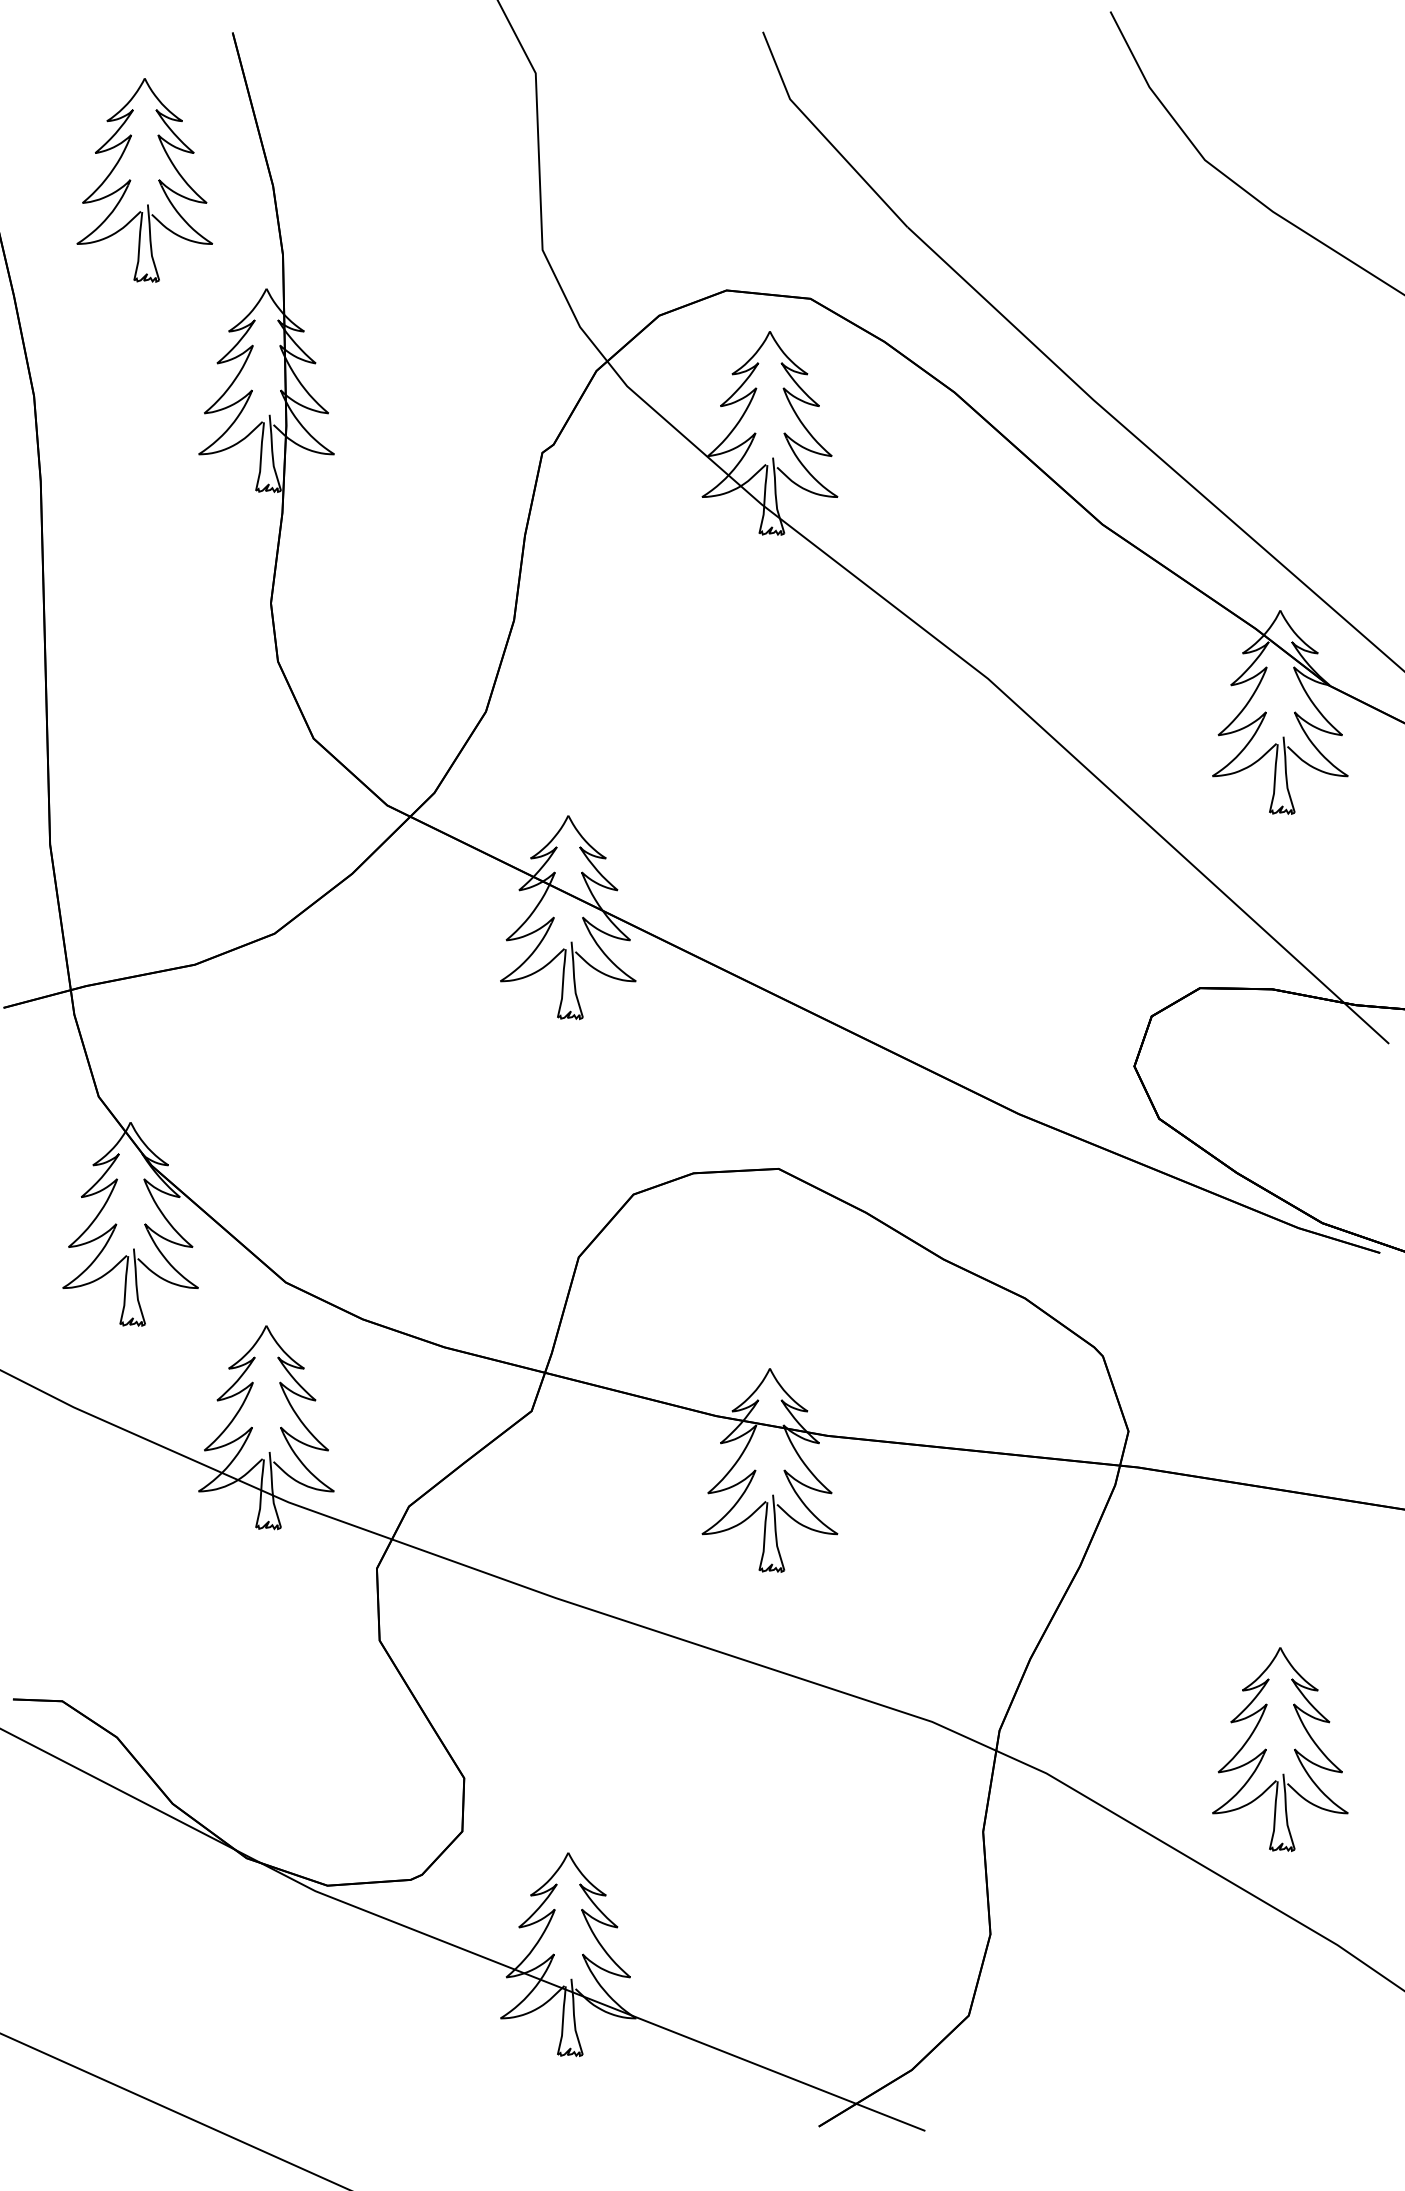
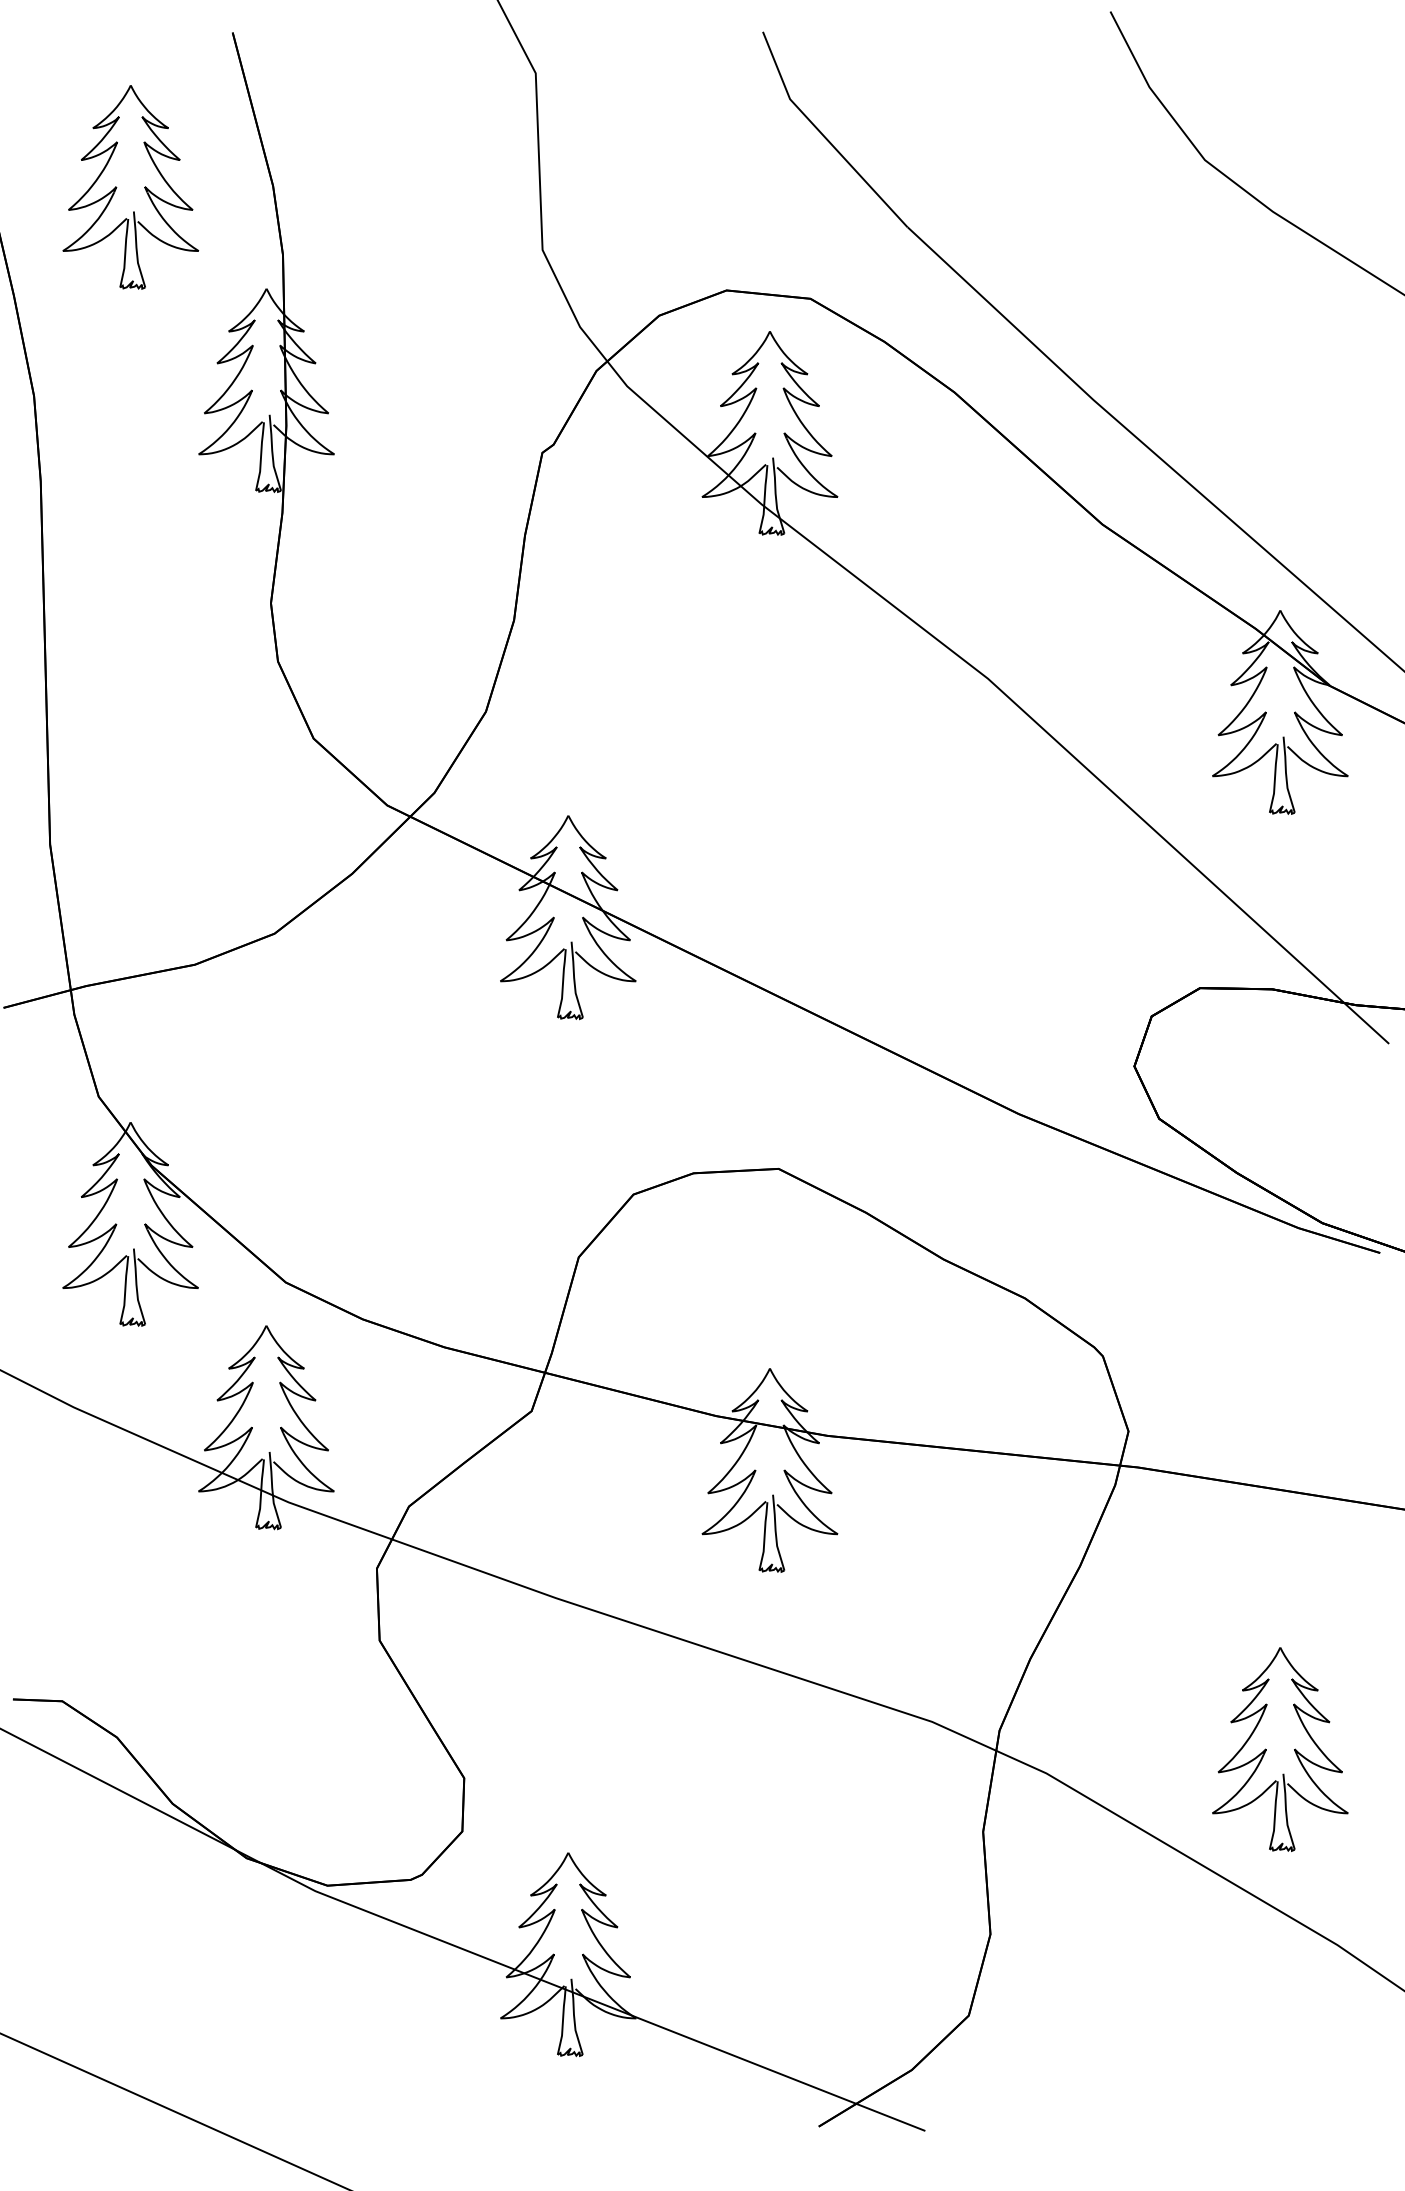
part at (131, 180) position: (131, 180) -> (117, 187)
